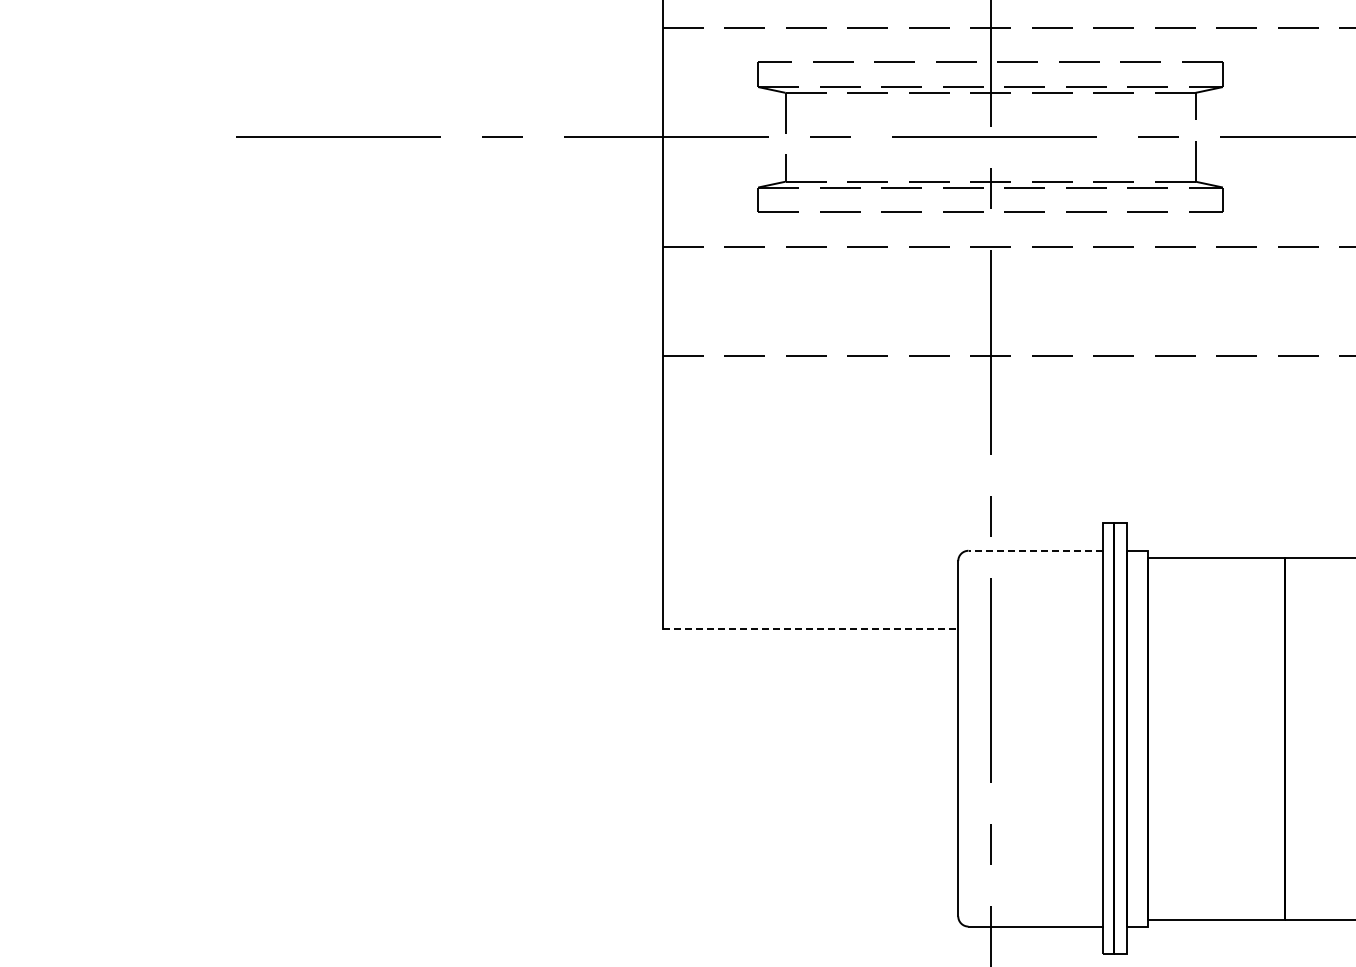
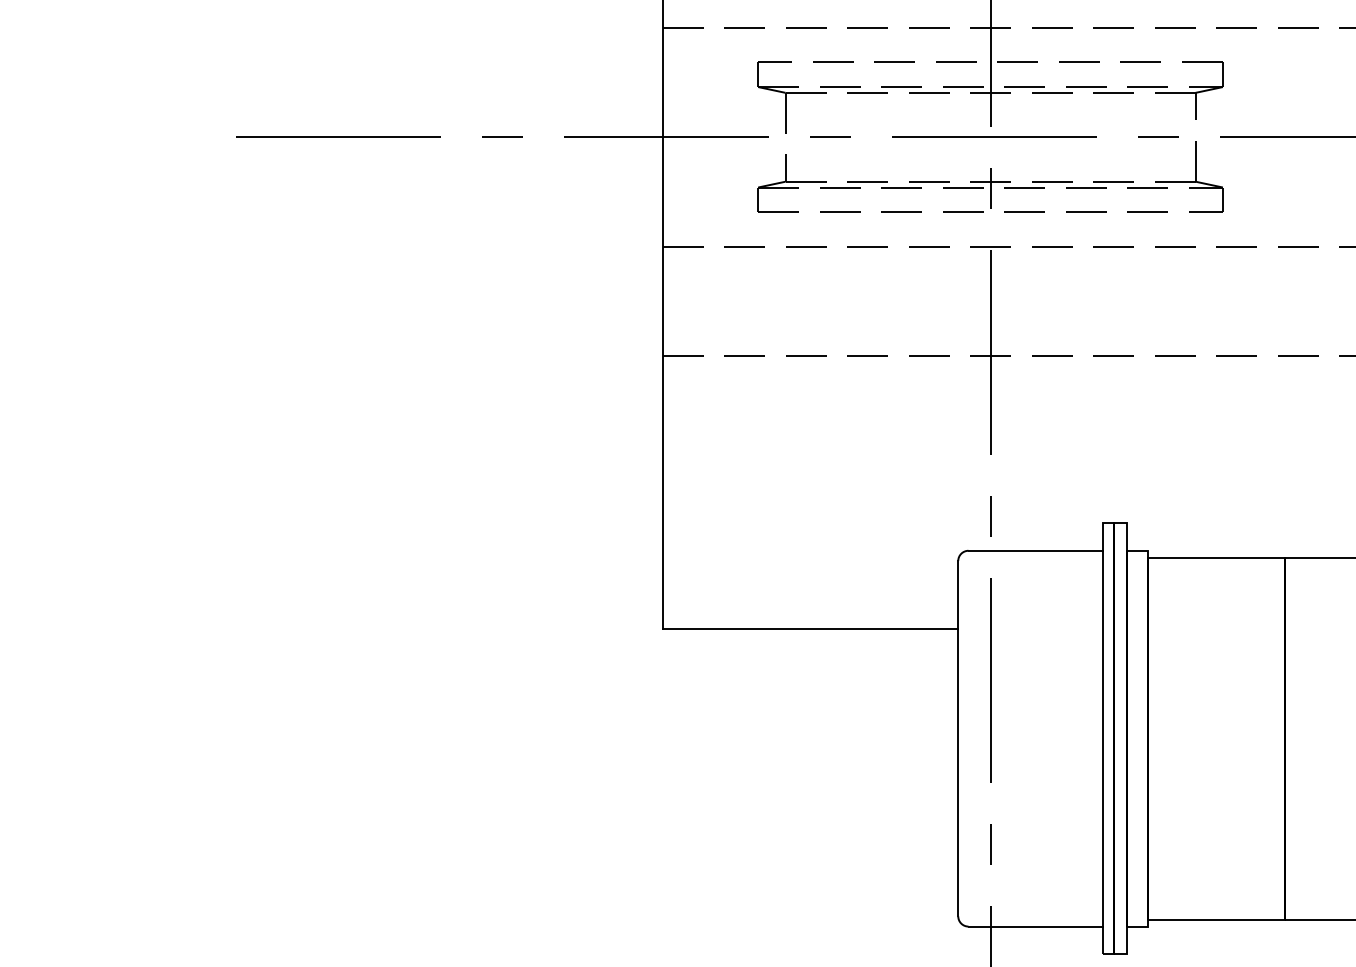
line at (1035, 550): dashed -> solid
line at (810, 629): dashed -> solid
